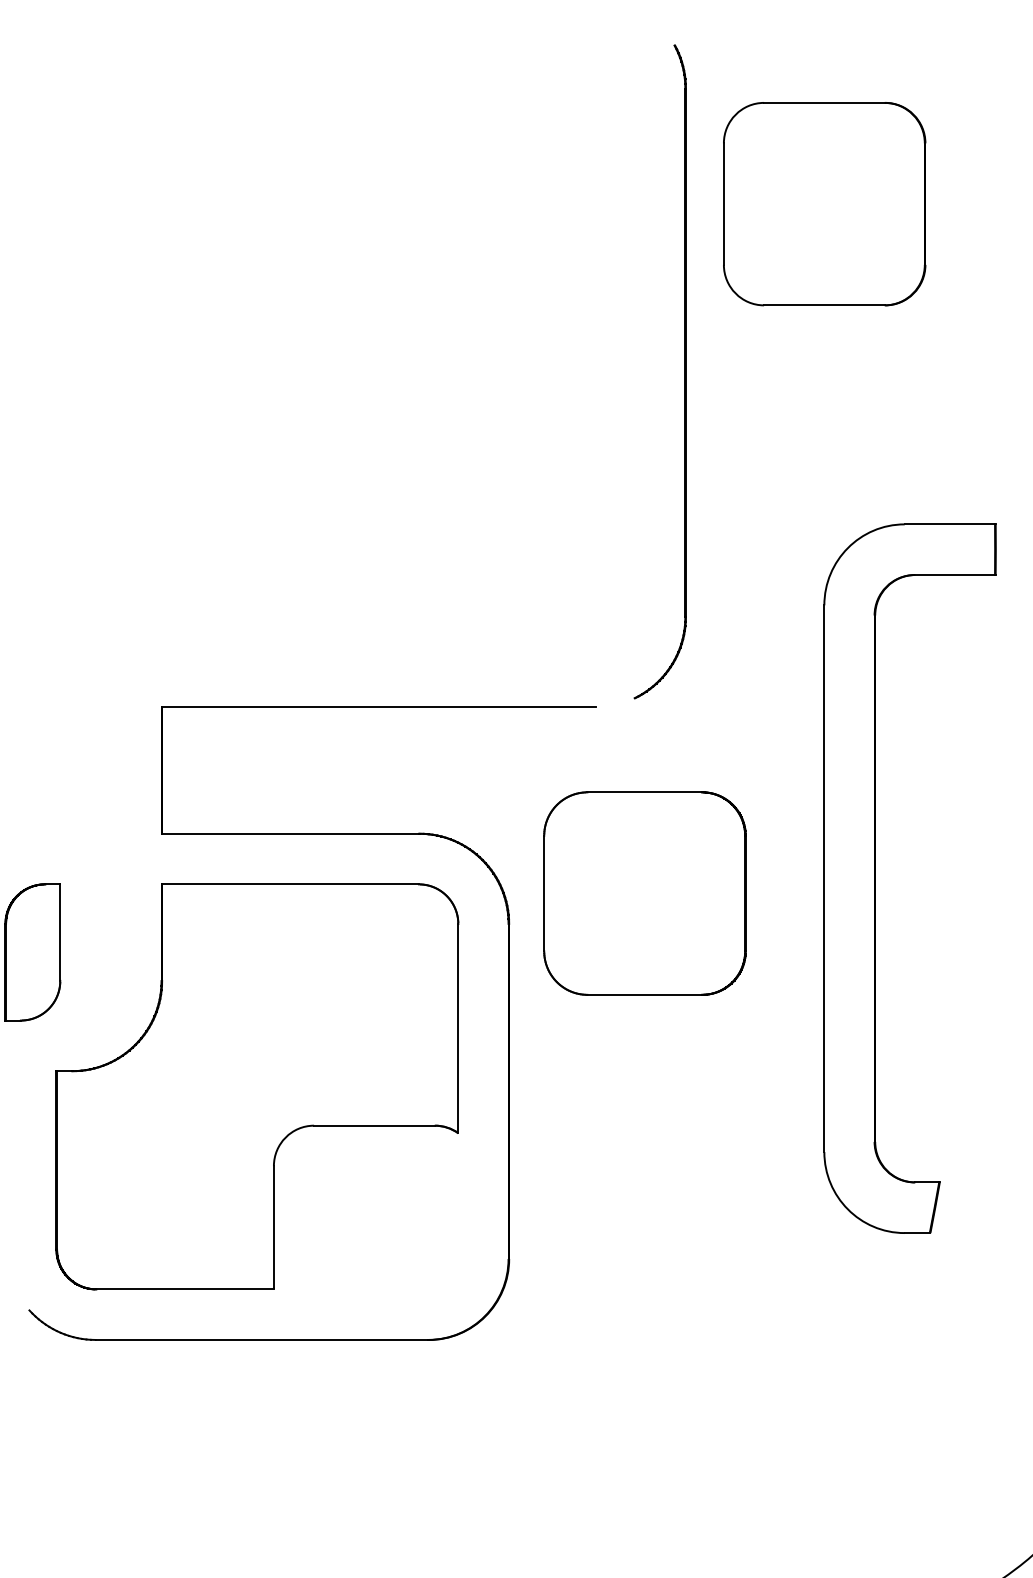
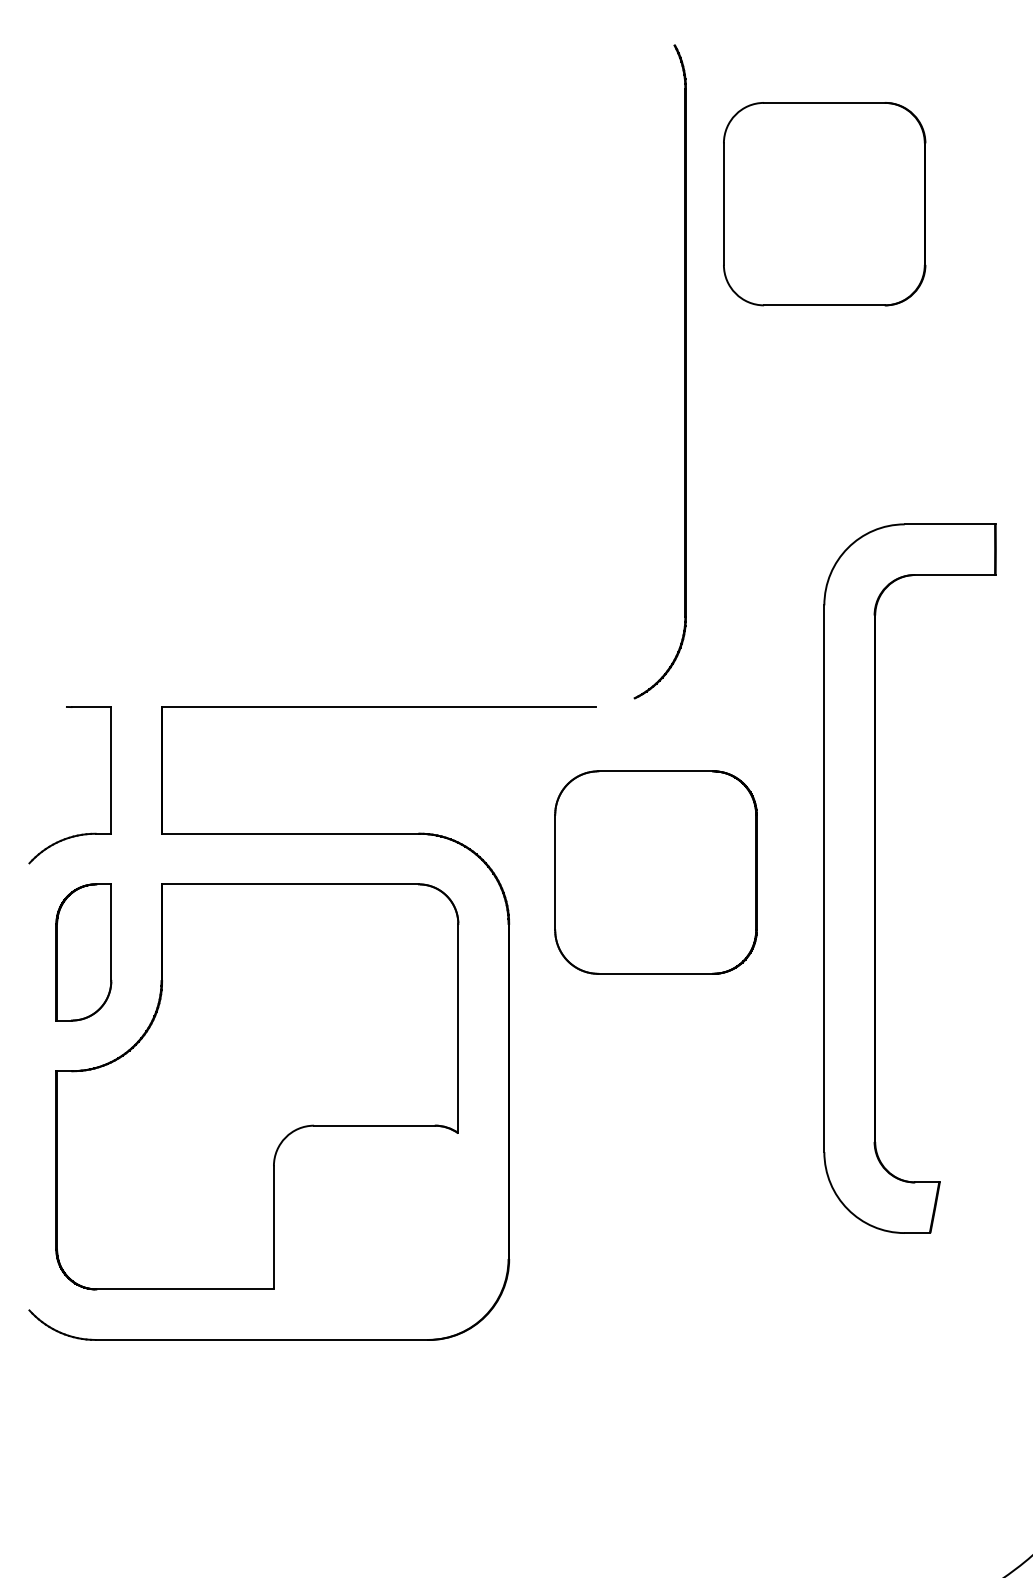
part at (110, 785): none -> present
part at (644, 893) position: (644, 893) -> (655, 872)
part at (32, 952) position: (32, 952) -> (83, 952)
